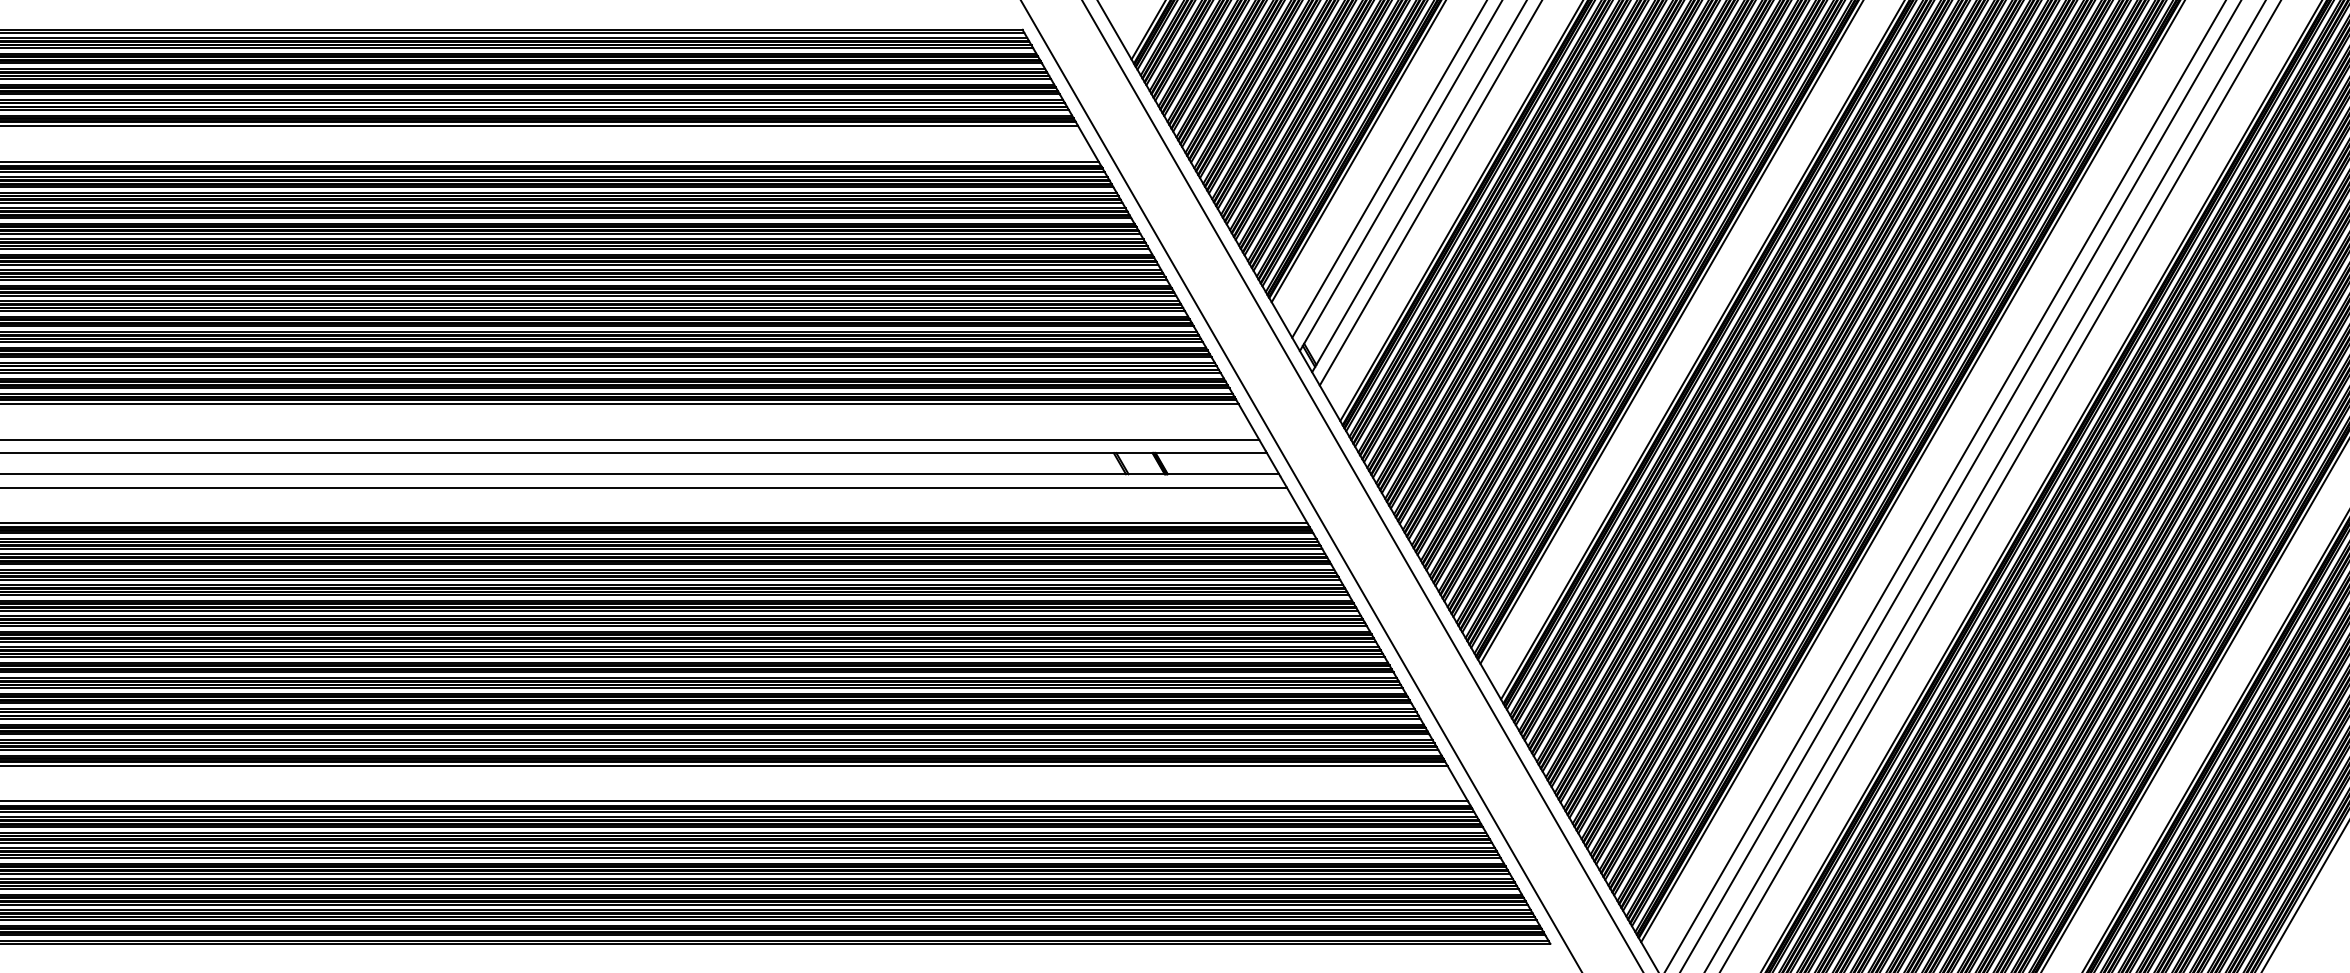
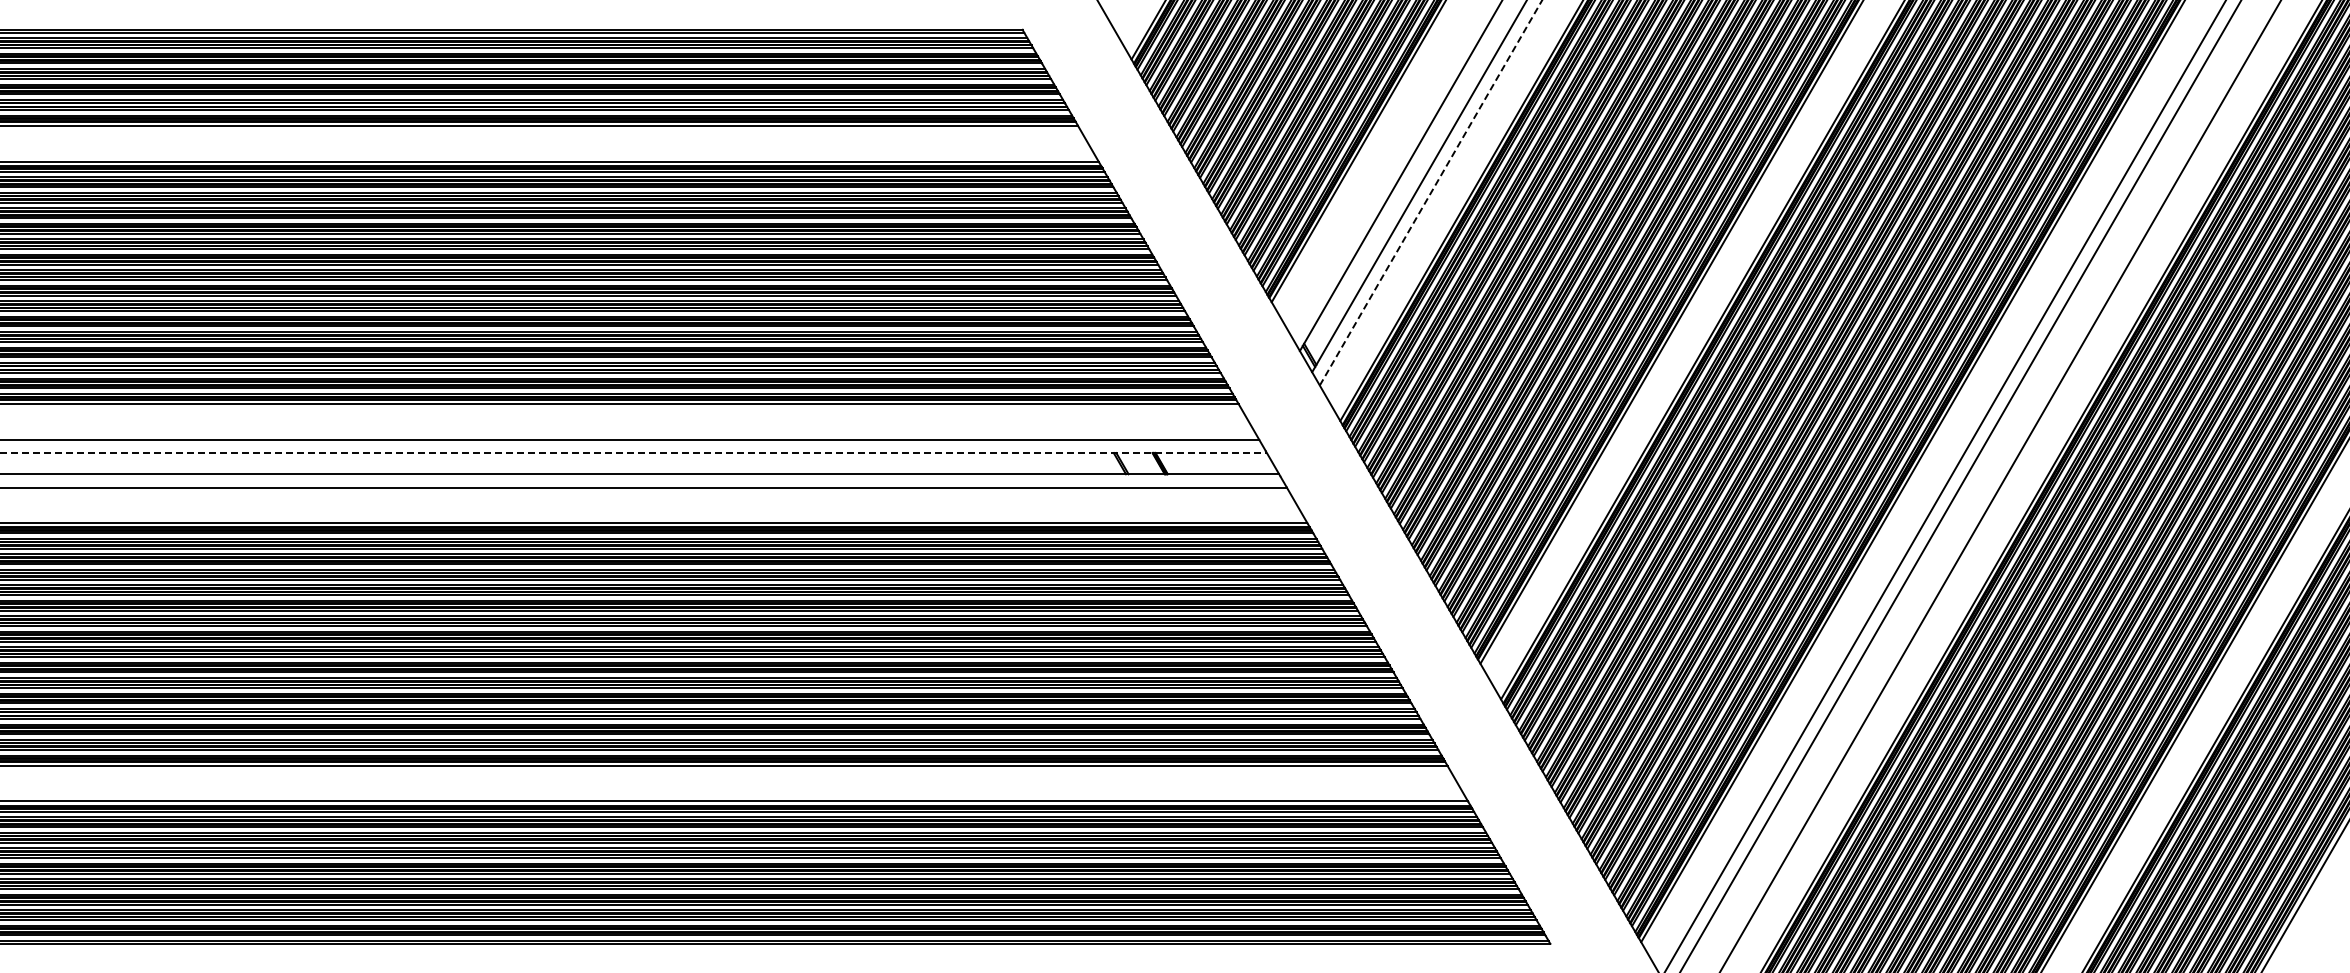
line at (1388, 169): present -> none
line at (1431, 192): solid -> dashed
line at (633, 453): solid -> dashed
line at (1301, 485): present -> none
line at (1362, 485): present -> none
line at (1985, 485): present -> none
